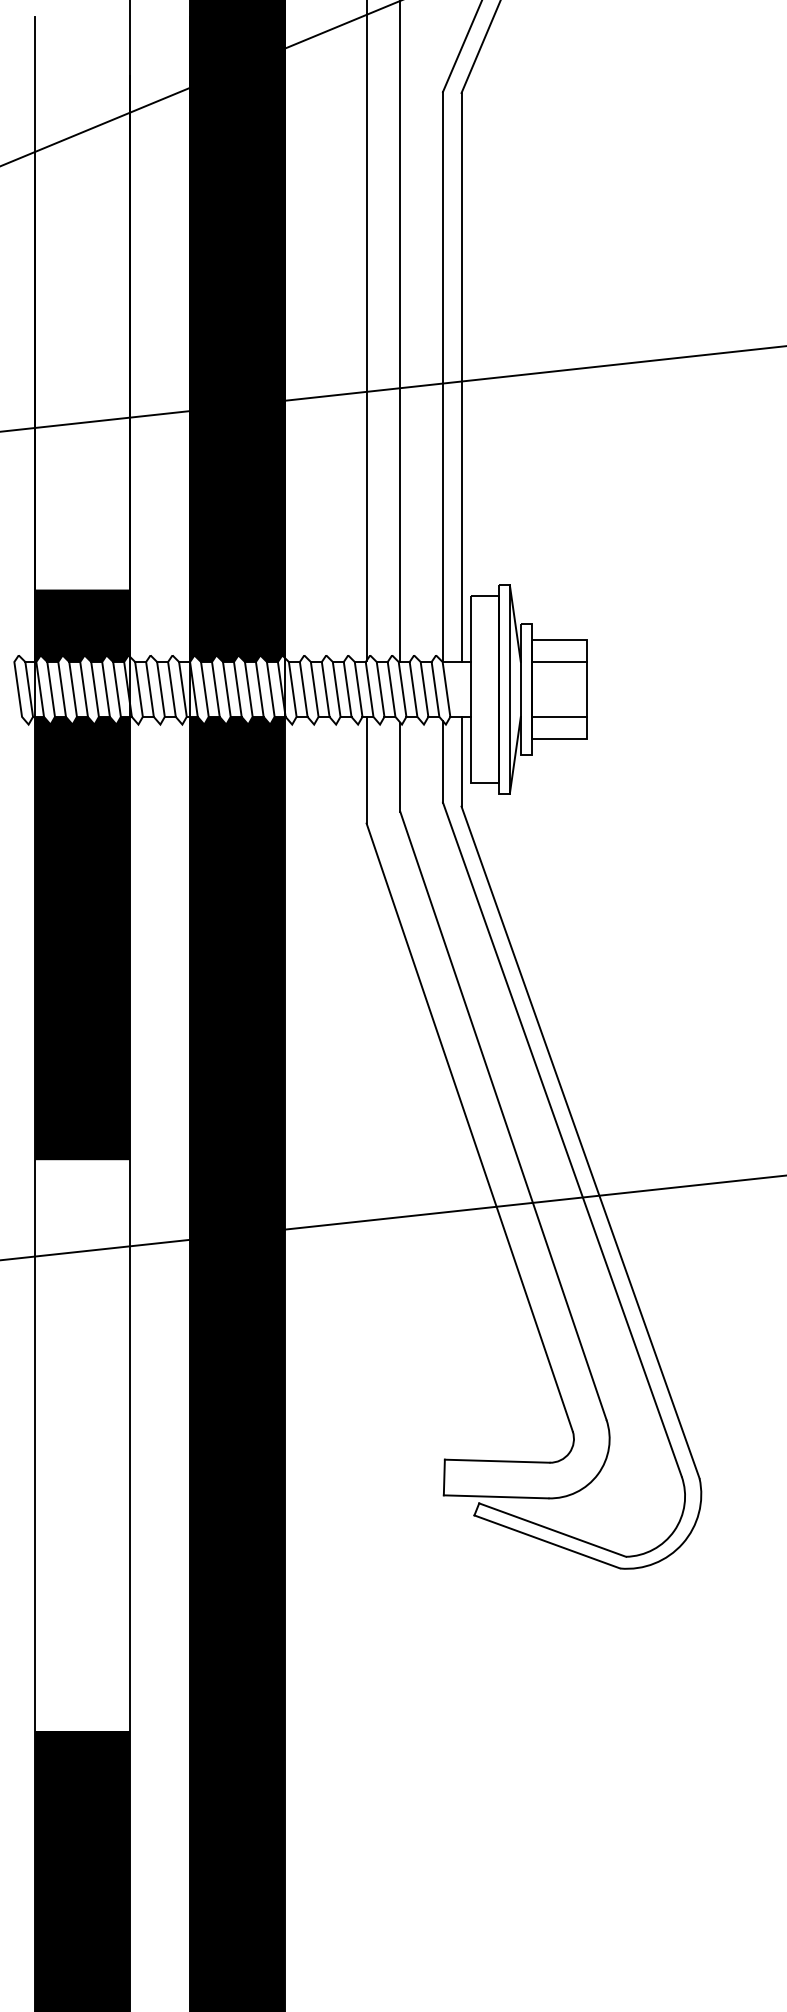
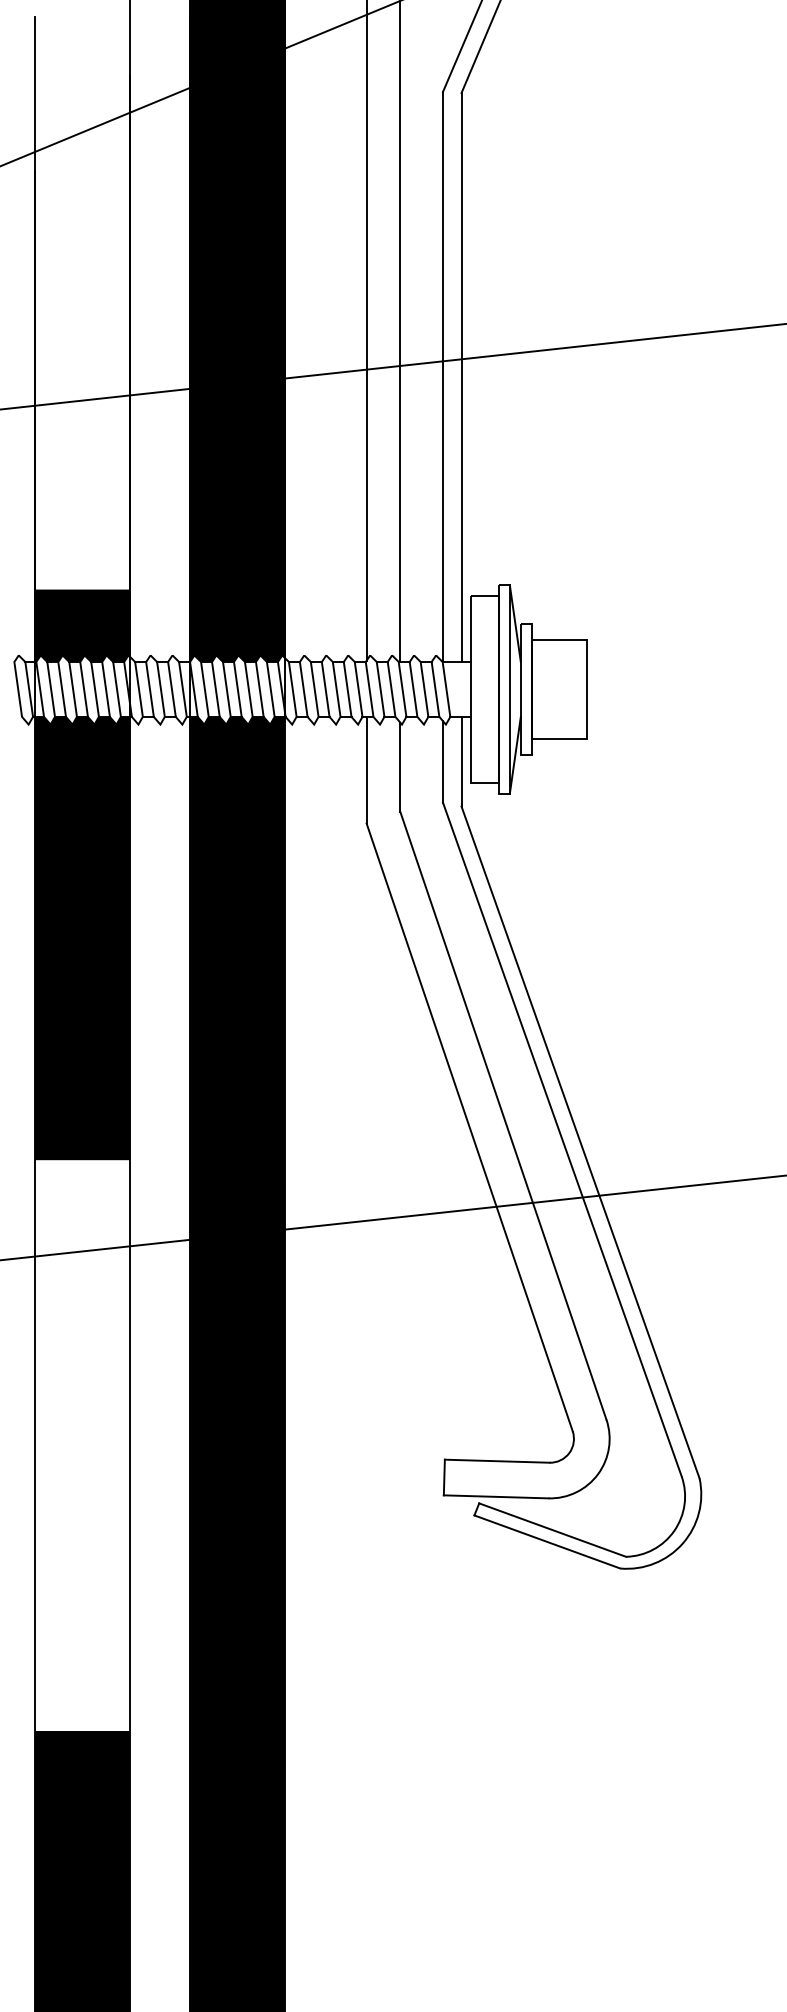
line at (392, 388) position: (392, 388) -> (392, 366)
line at (558, 662): present -> none
line at (558, 716): present -> none
